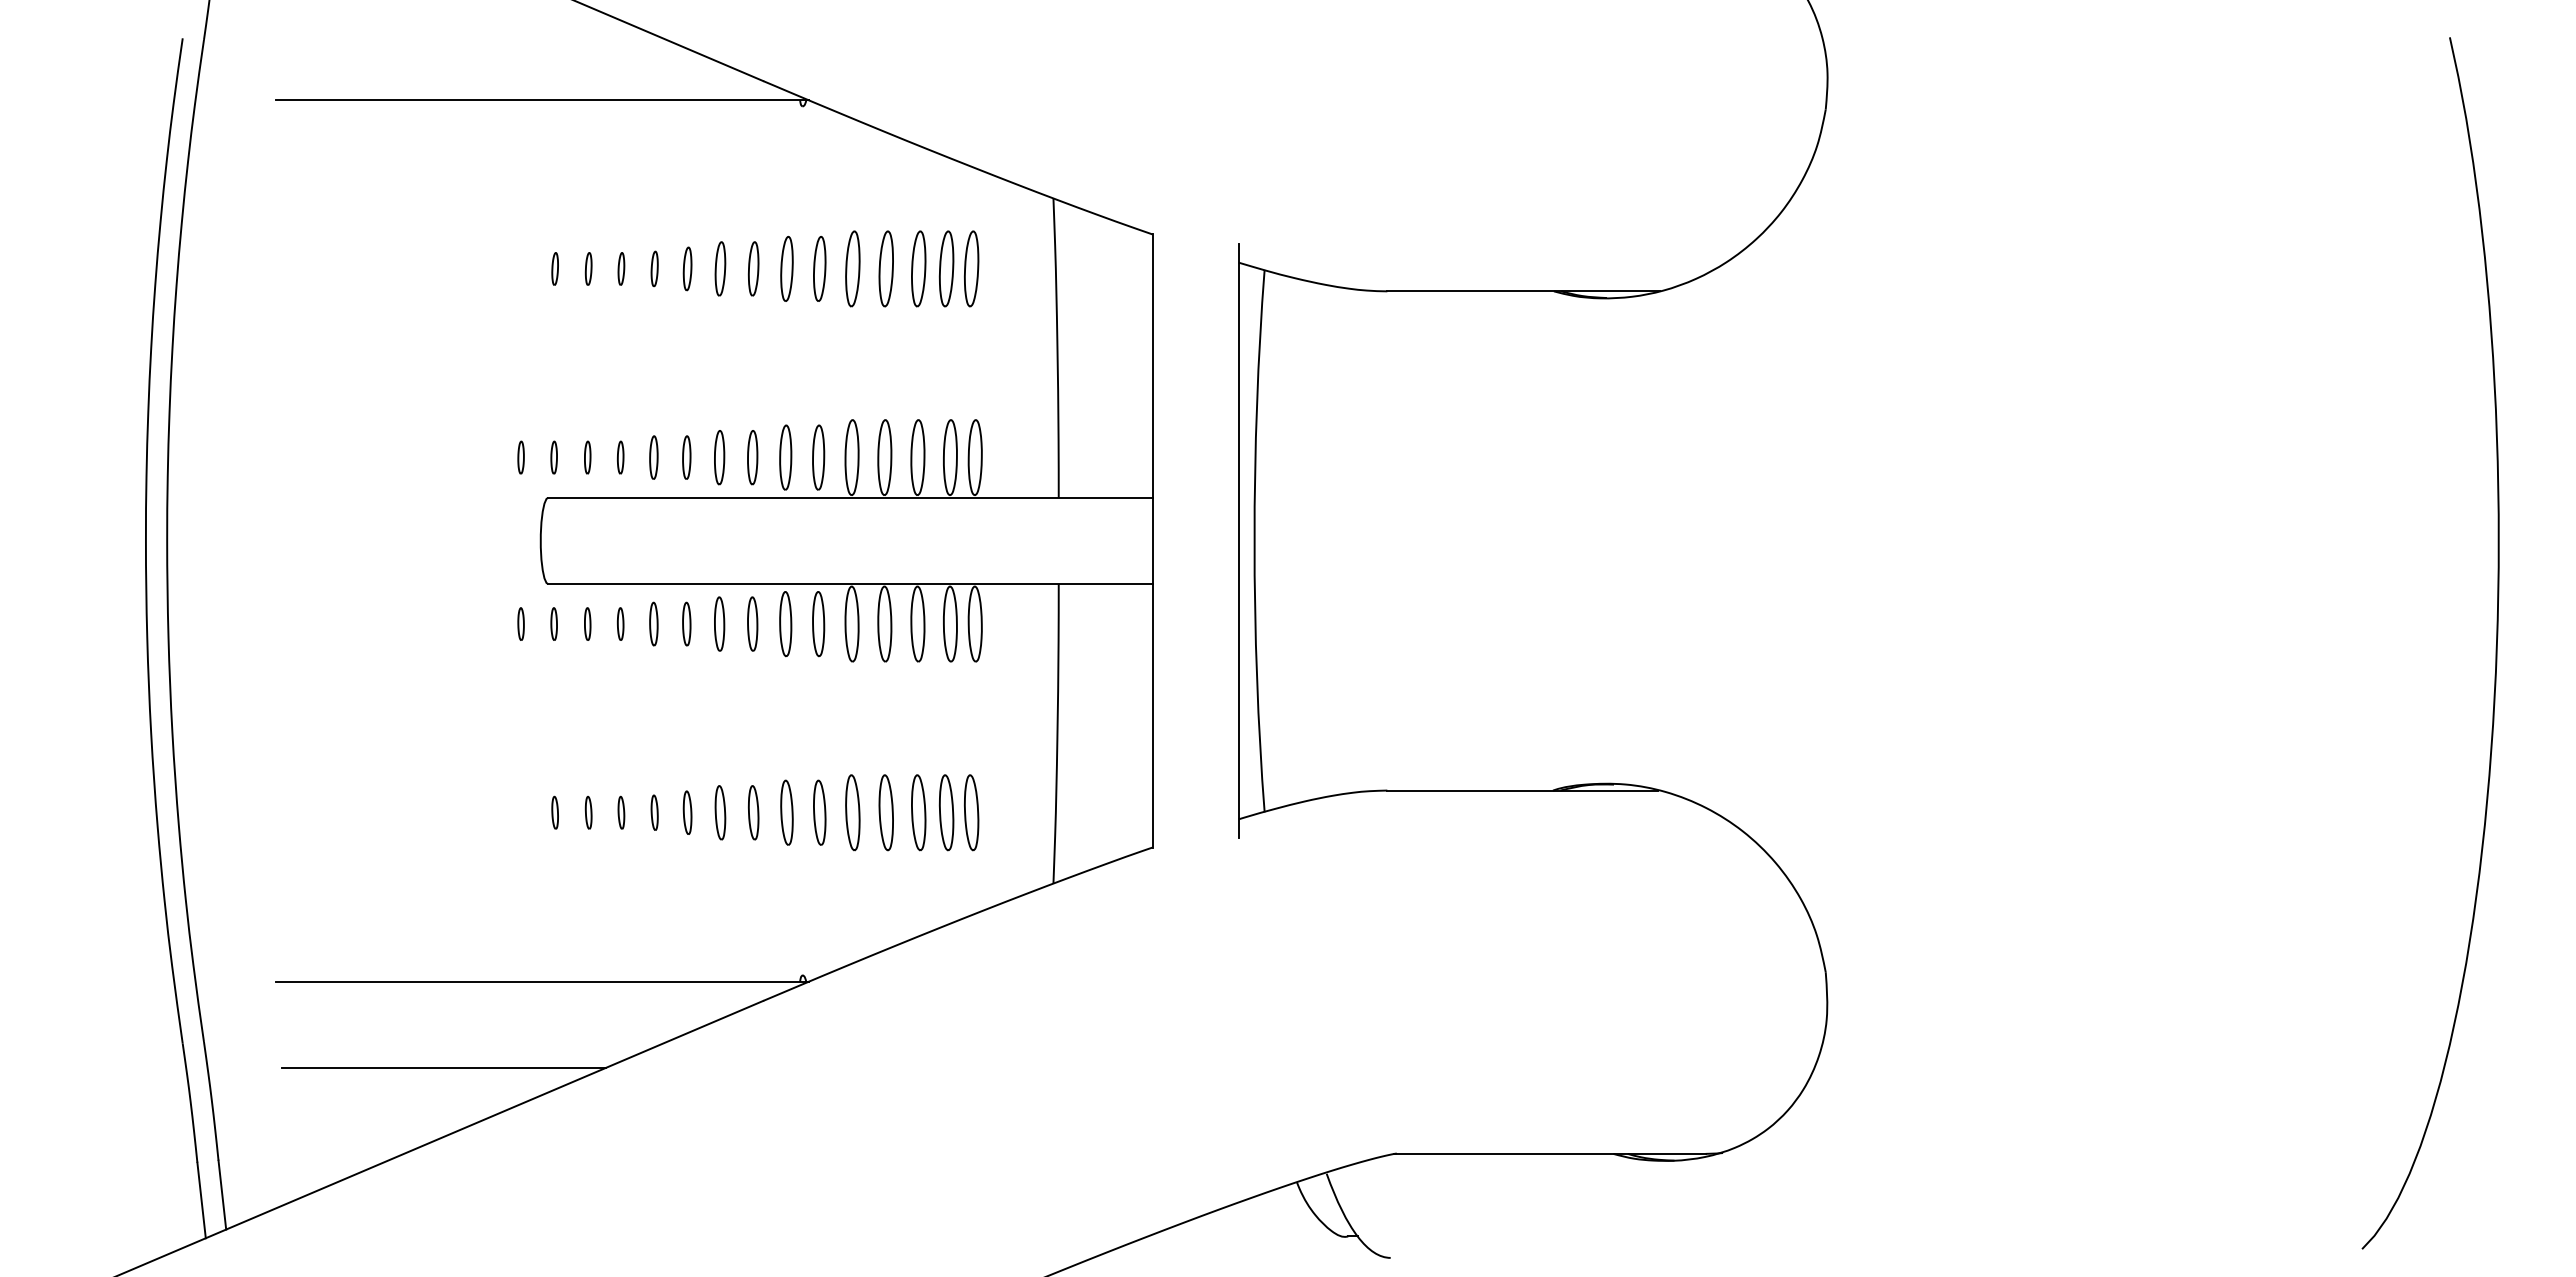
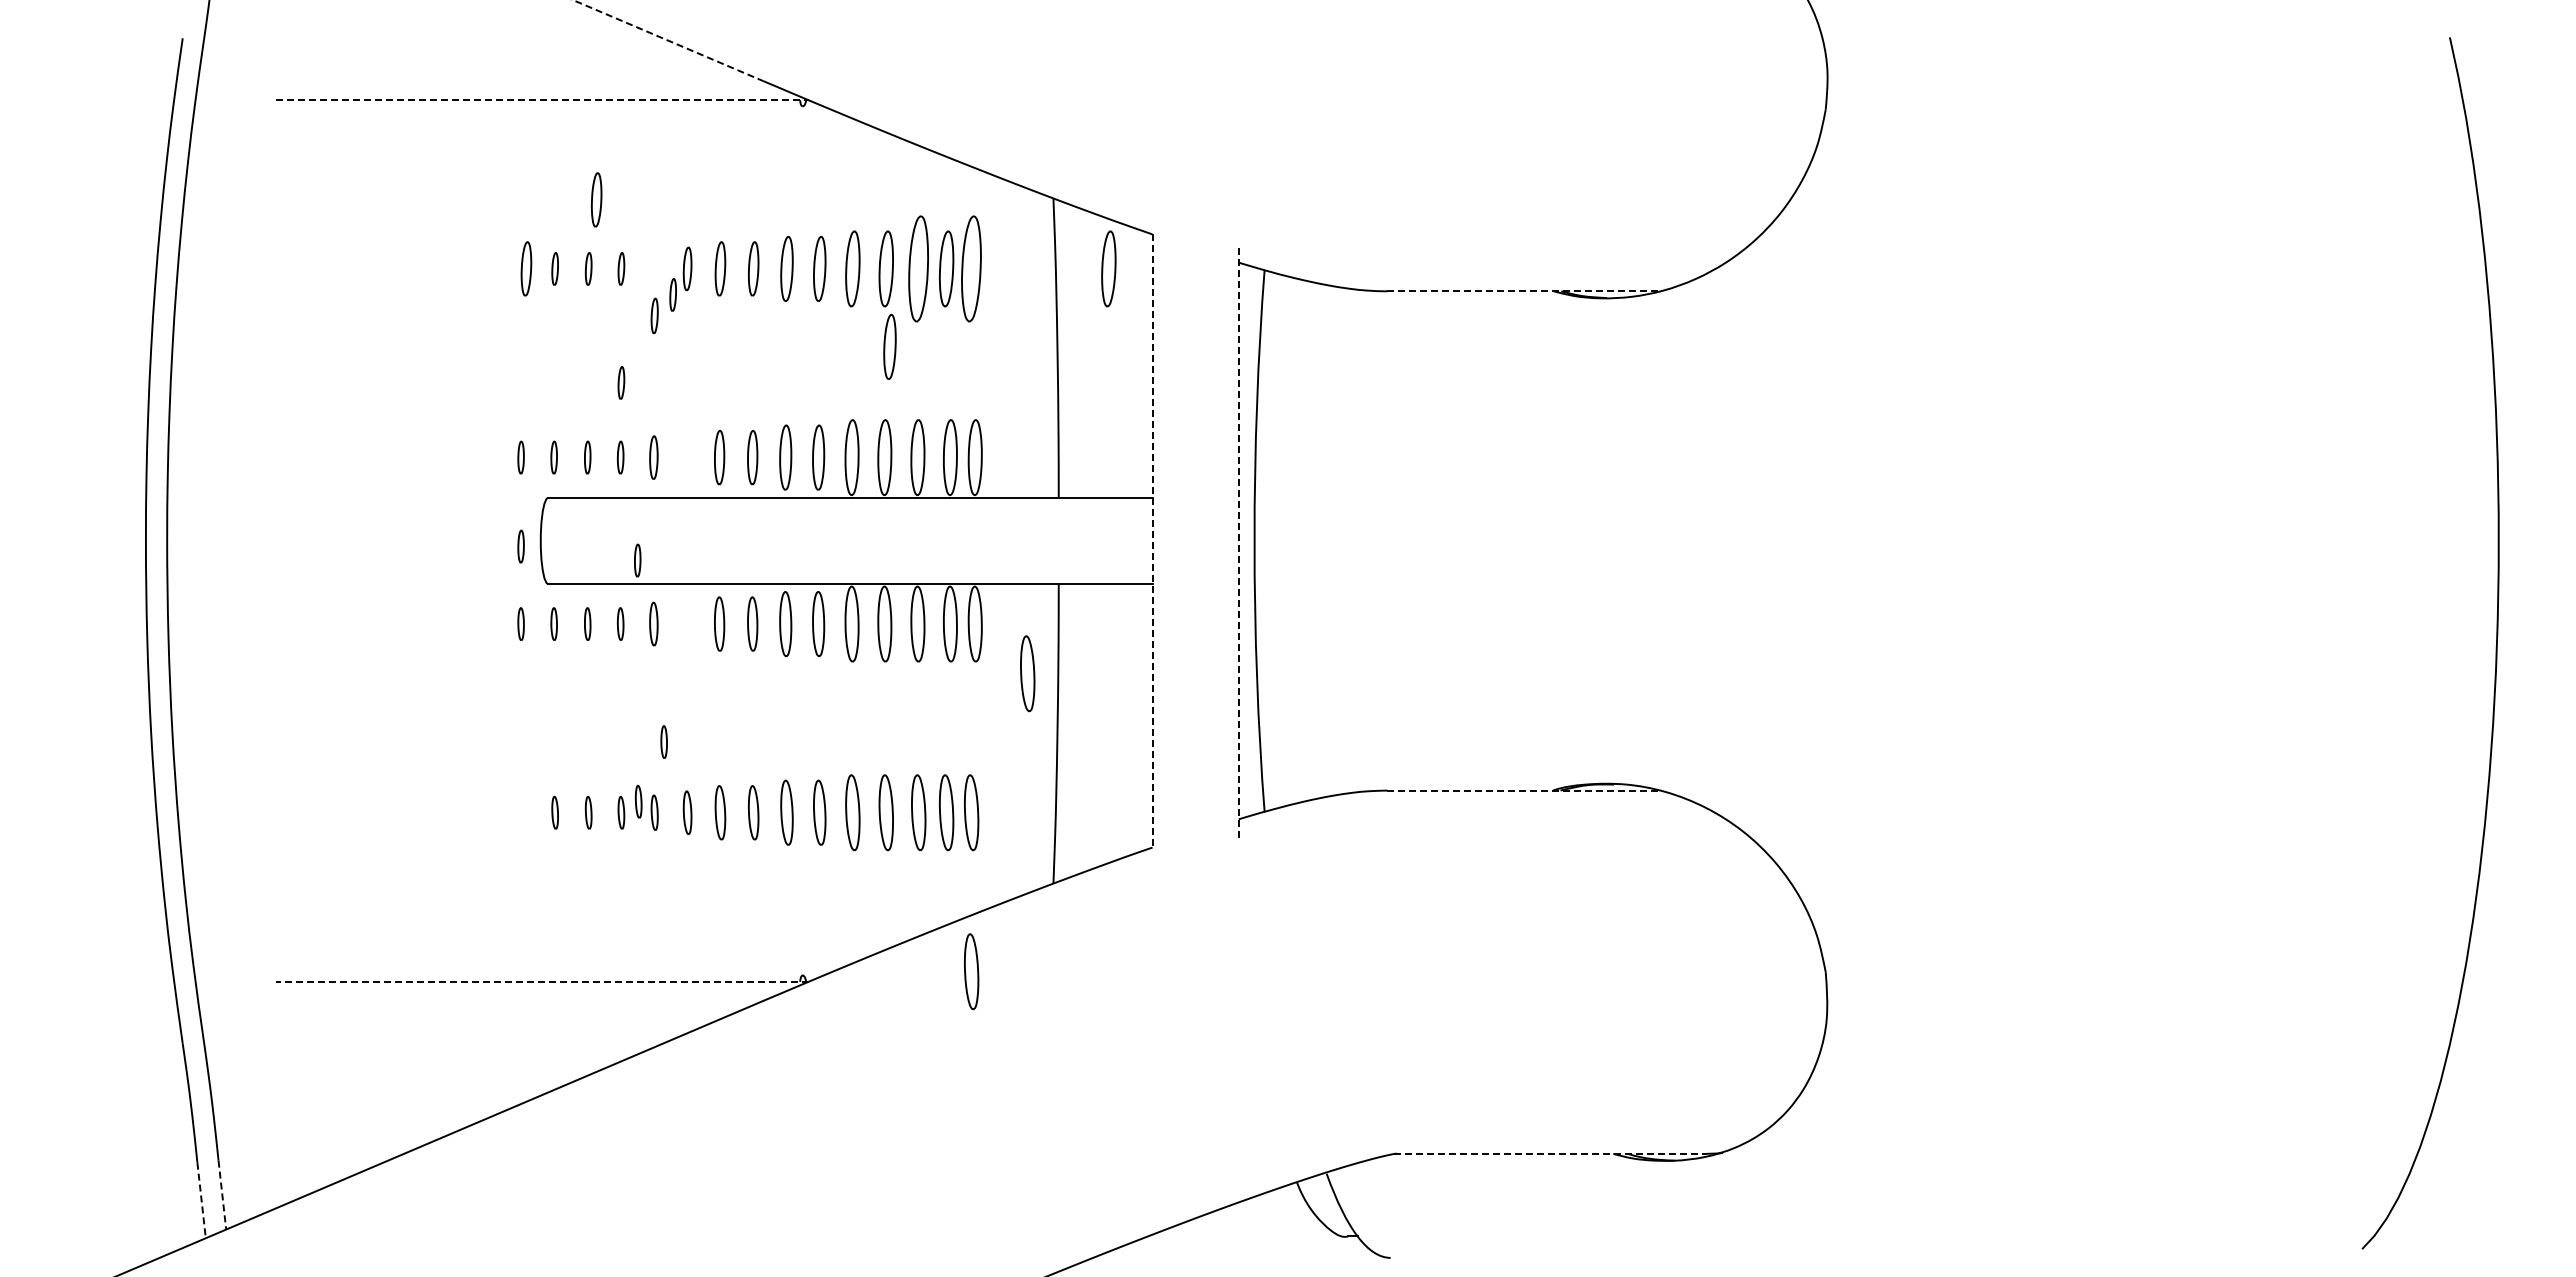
line at (668, 40): solid -> dashed
line at (542, 100): solid -> dashed
part at (596, 199): none -> present
part at (526, 268): none -> present
part at (654, 268) position: (654, 268) -> (654, 315)
part at (918, 268) size: 16x78 px -> 21x108 px
part at (971, 268) size: 16x78 px -> 21x108 px
part at (1108, 268): none -> present
line at (1524, 291): solid -> dashed
part at (672, 294): none -> present
part at (889, 346): none -> present
part at (621, 382): none -> present
part at (686, 457): present -> none
line at (1238, 540): solid -> dashed
line at (1152, 541): solid -> dashed
part at (520, 546): none -> present
part at (637, 560): none -> present
part at (686, 623): present -> none
part at (1027, 673): none -> present
part at (663, 741): none -> present
line at (1522, 790): solid -> dashed
part at (638, 801): none -> present
part at (971, 971): none -> present
line at (542, 981): solid -> dashed
line at (443, 1068): present -> none
line at (1549, 1153): solid -> dashed
line at (222, 1195): solid -> dashed
line at (201, 1201): solid -> dashed
